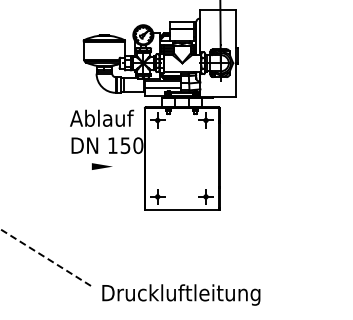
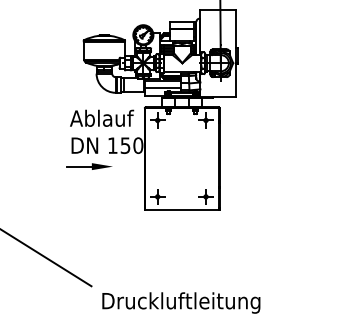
line at (79, 166): none -> present
line at (45, 257): dashed -> solid
text at (181, 294) position: (181, 294) -> (181, 302)
